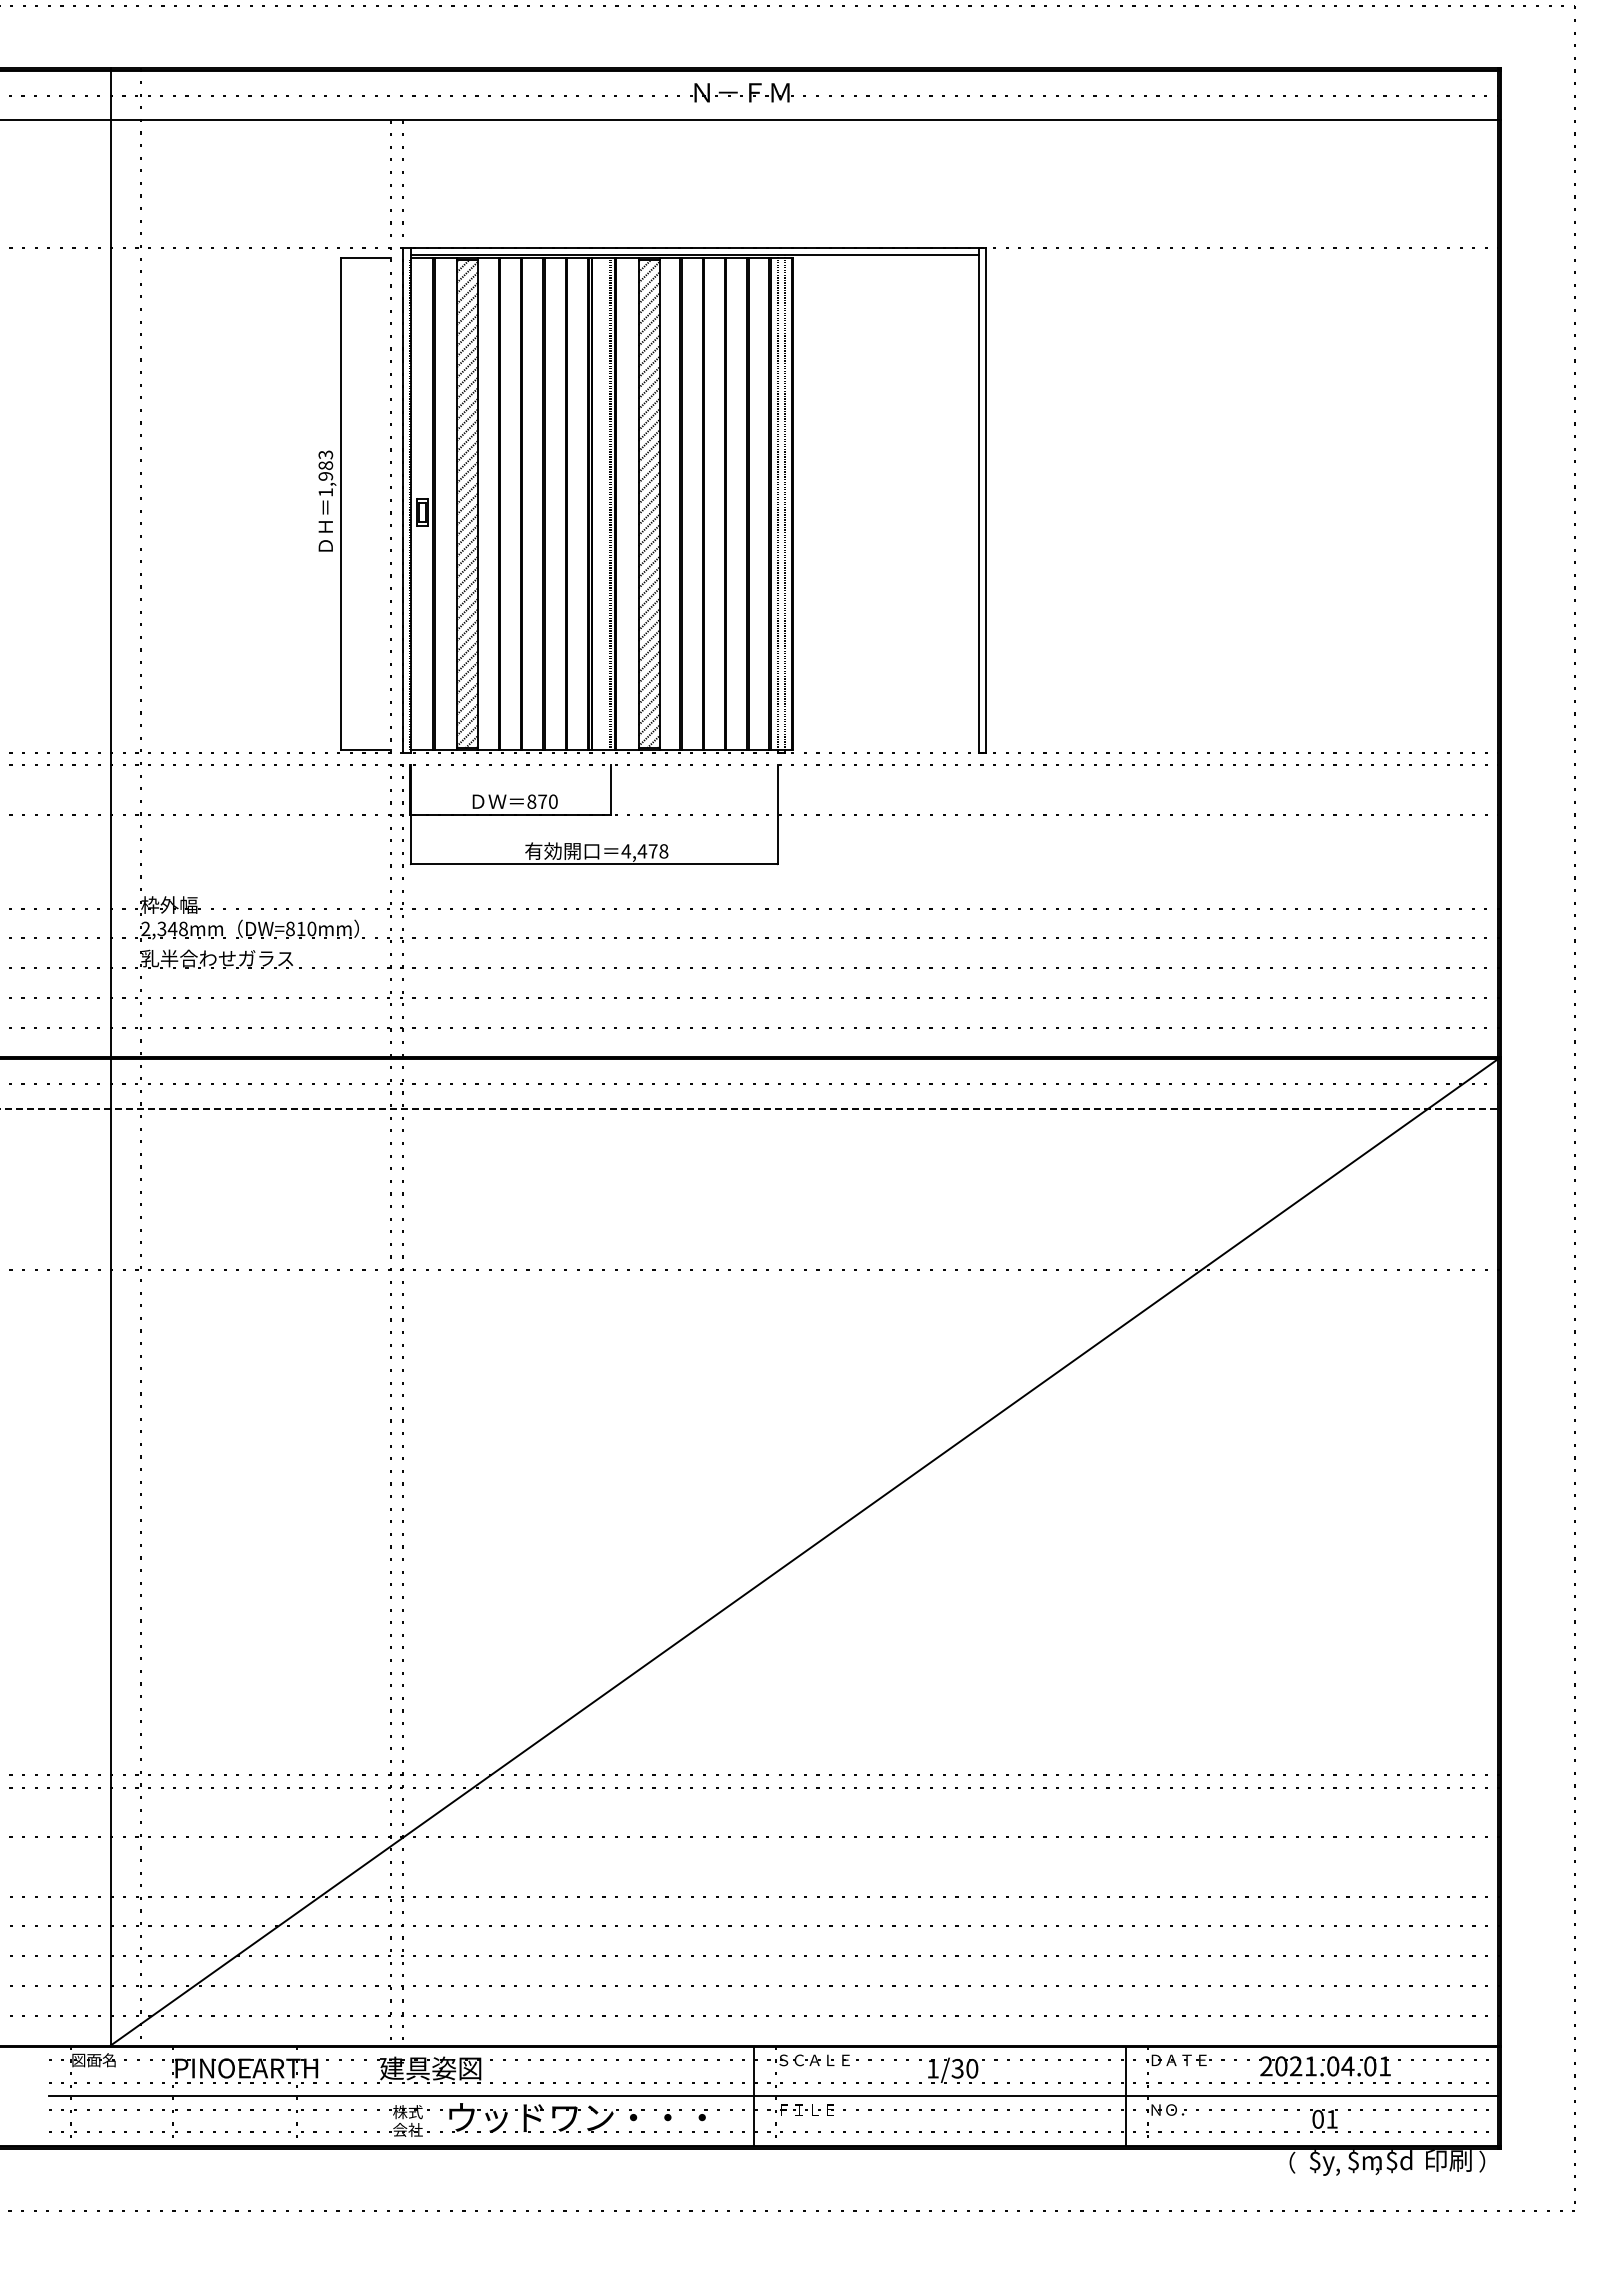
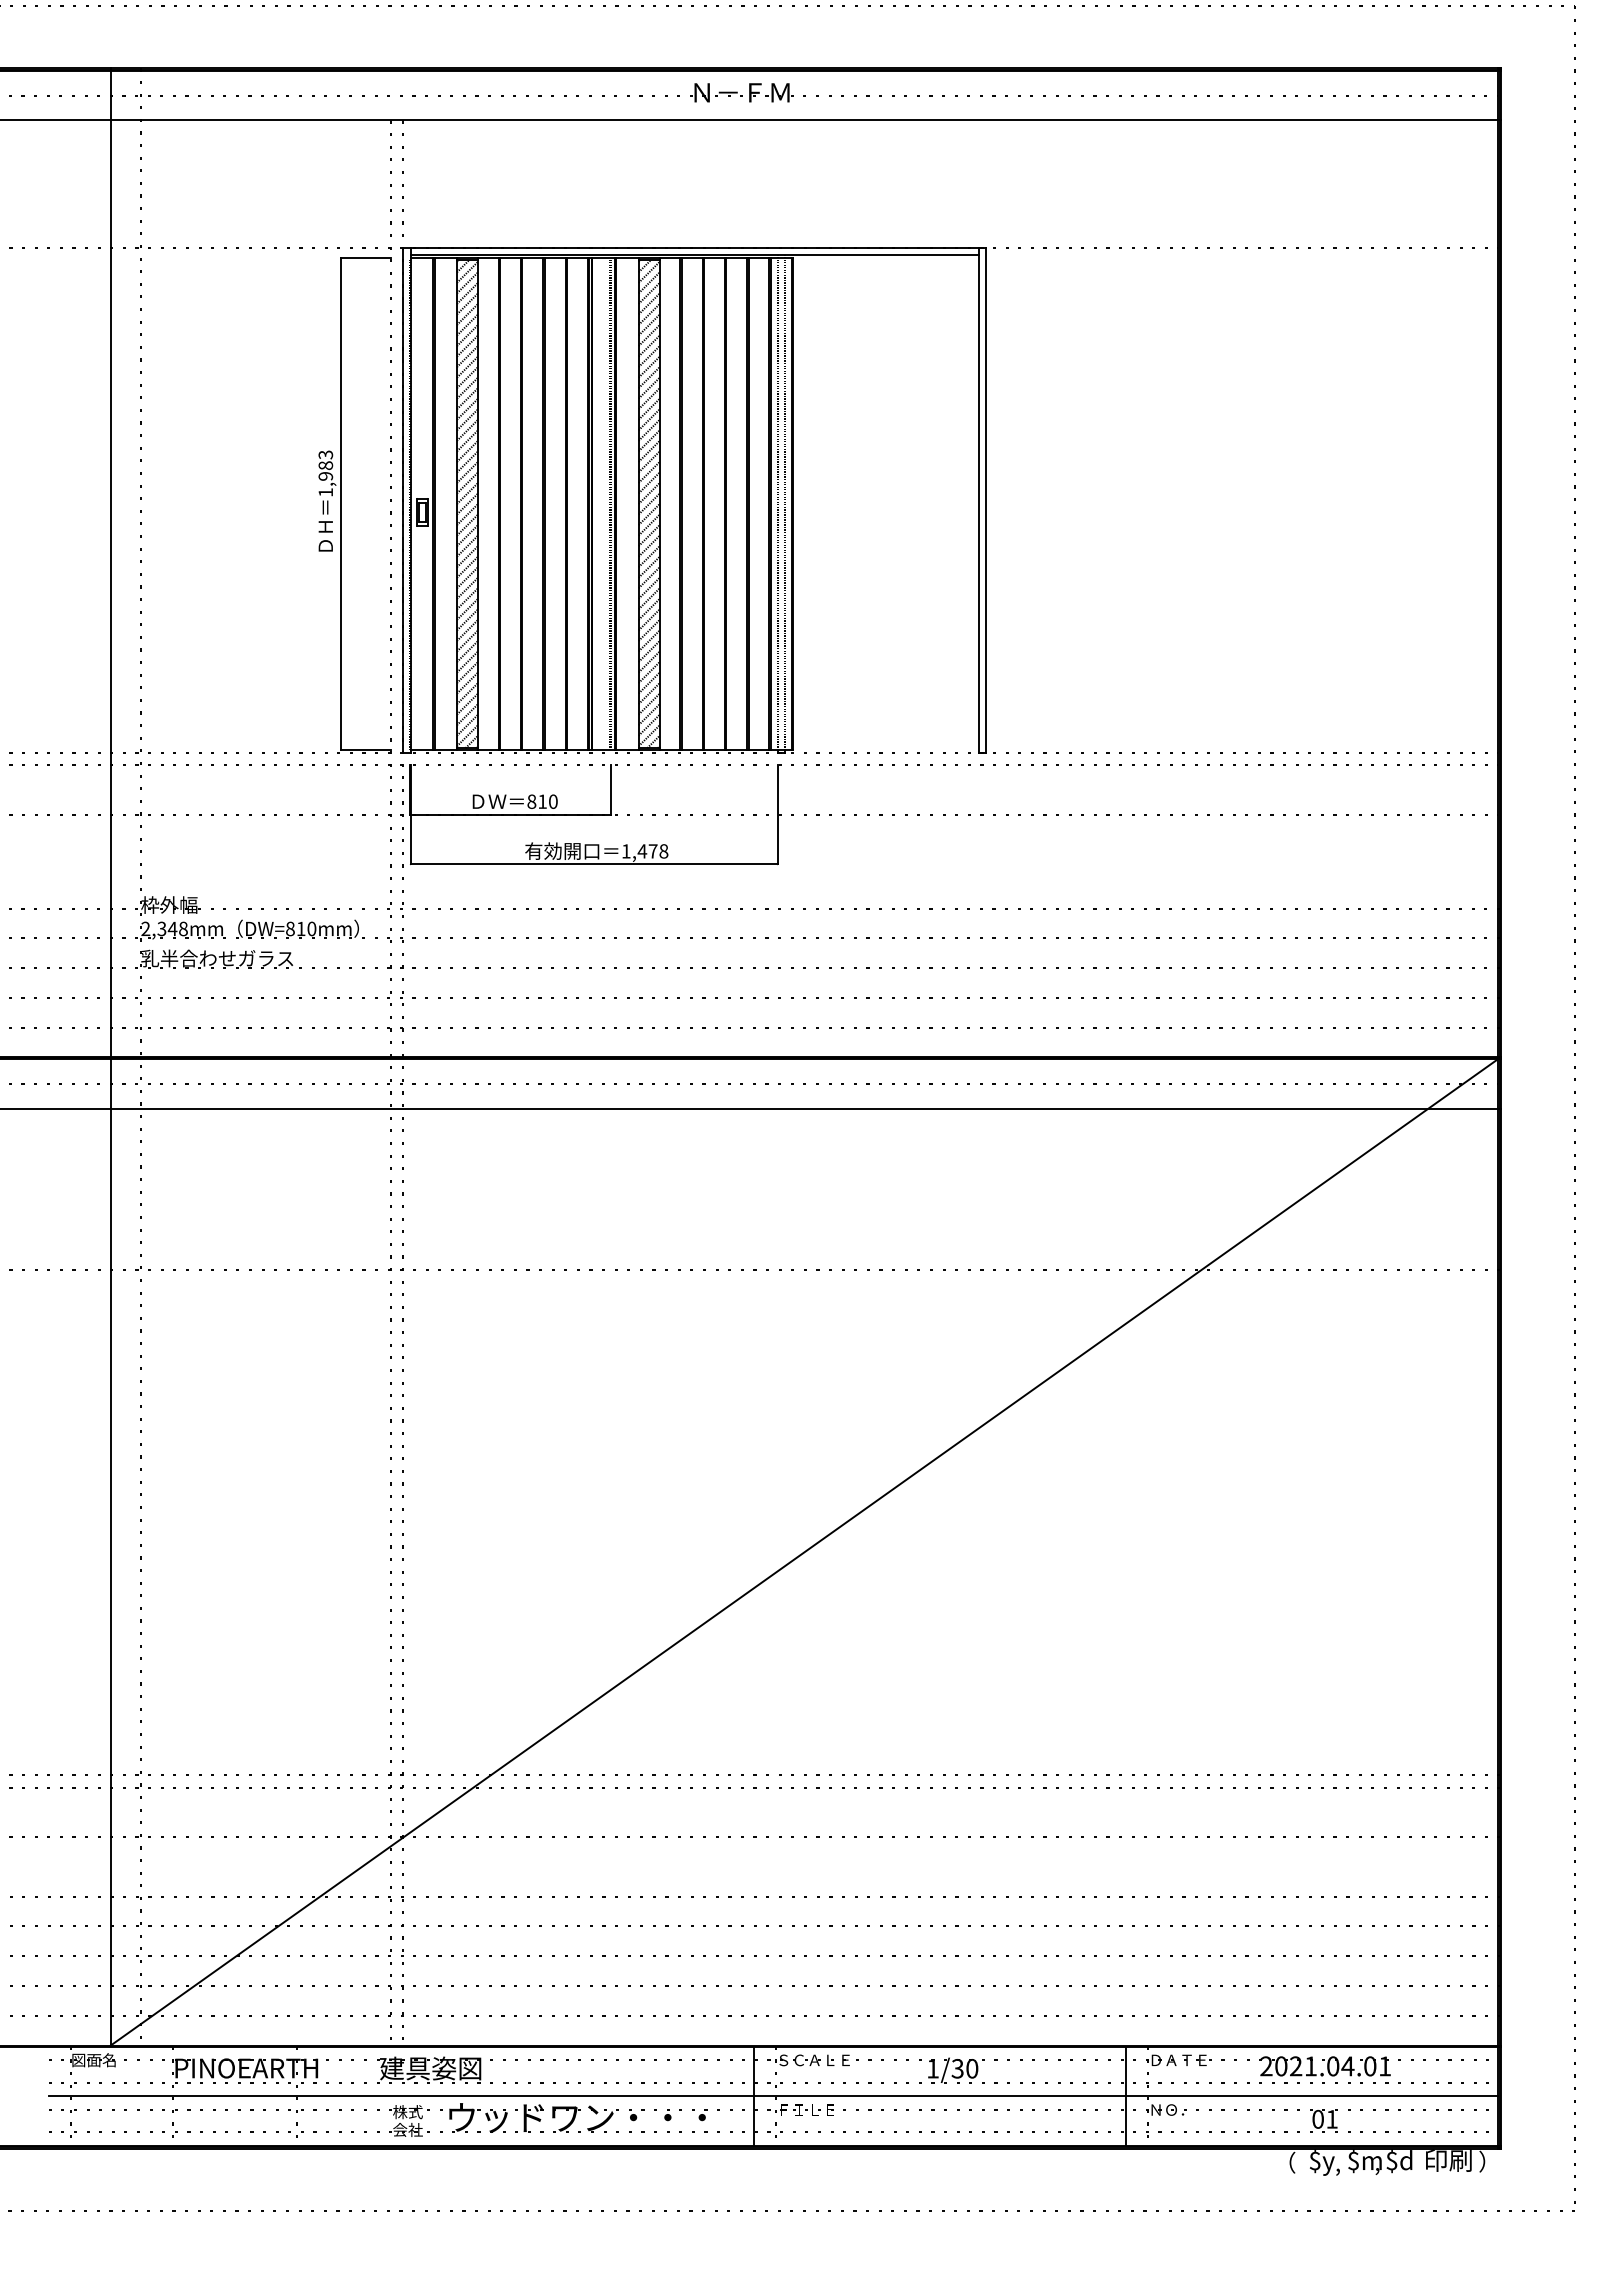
text at (542, 801): 870 -> 810
text at (626, 851): 4,478 -> 1,478
line at (751, 1108): dashed -> solid
